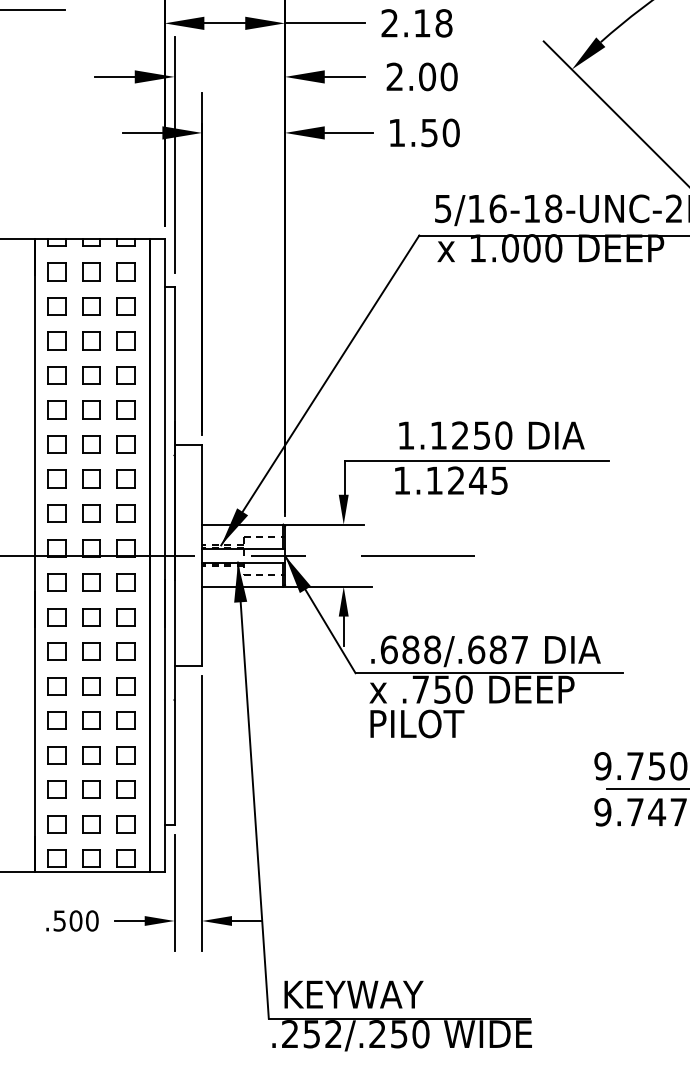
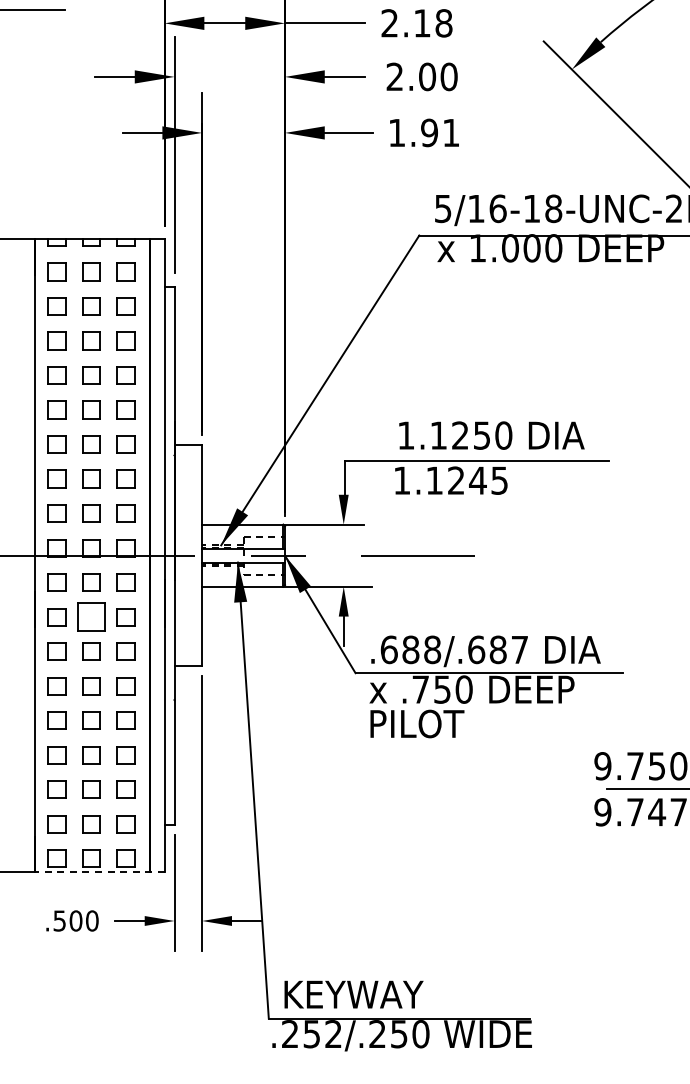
text at (440, 132): 1.50 -> 1.91
part at (91, 617) size: 19x19 px -> 29x30 px
line at (100, 871): solid -> dashed
